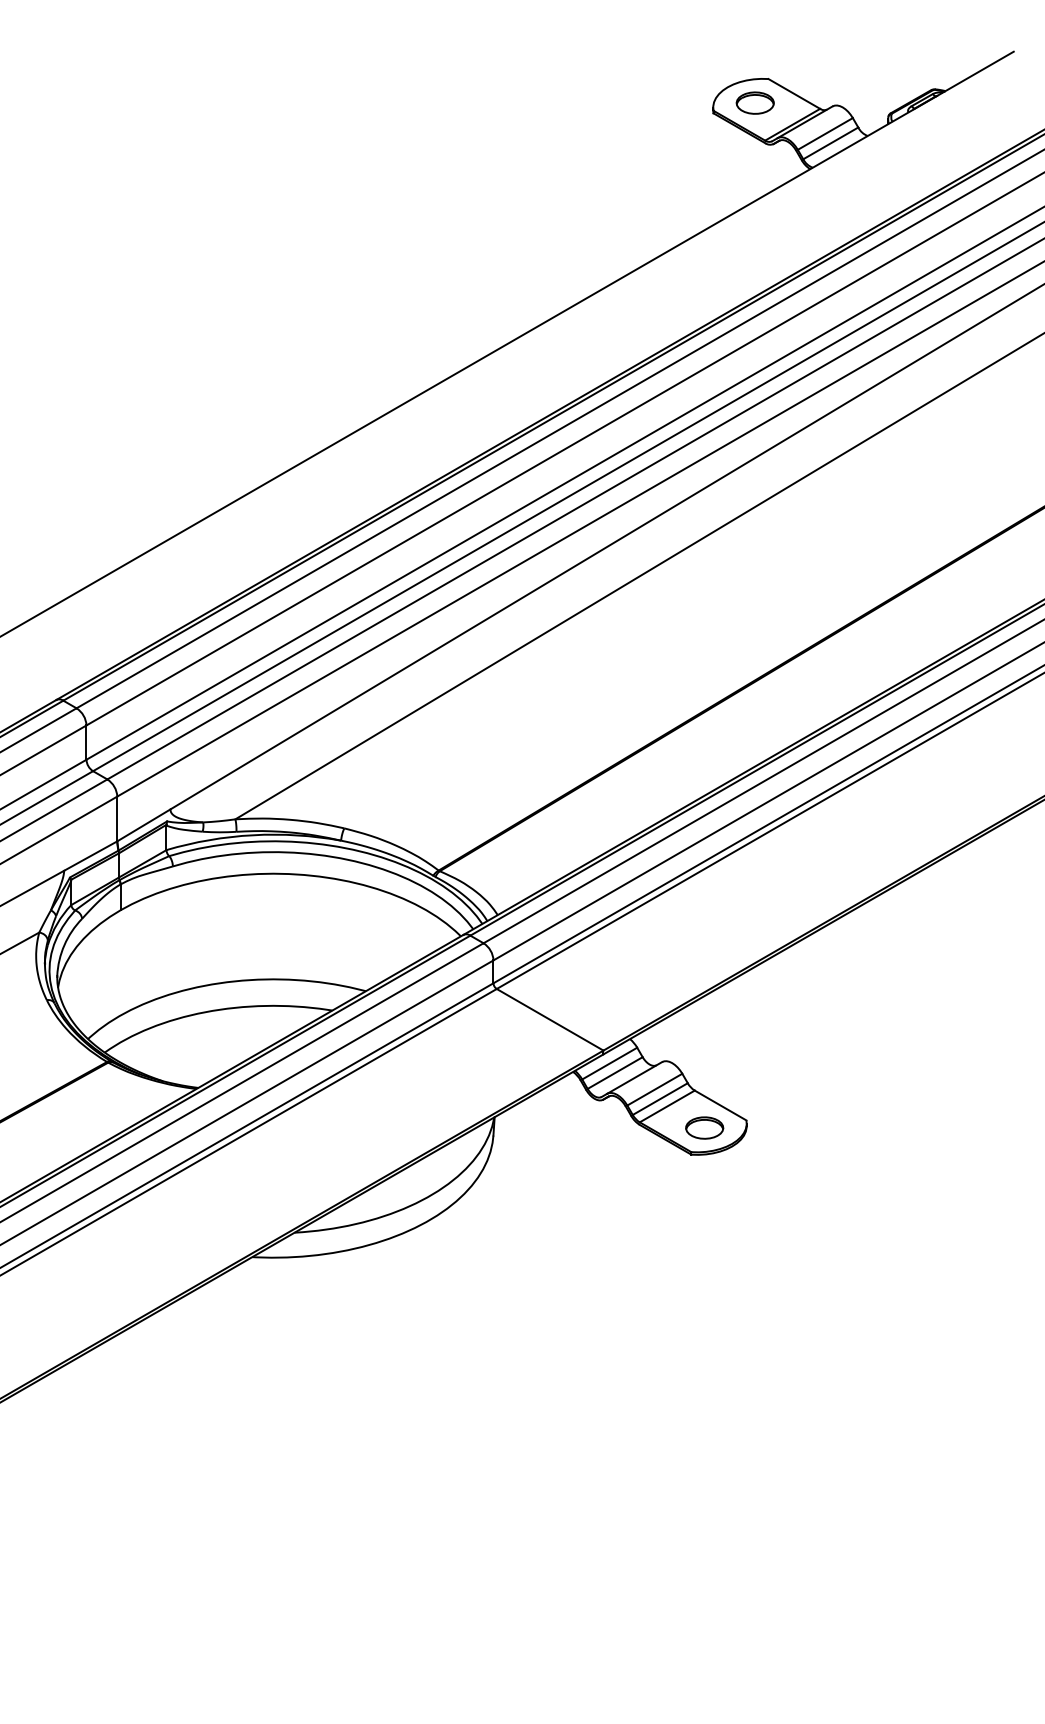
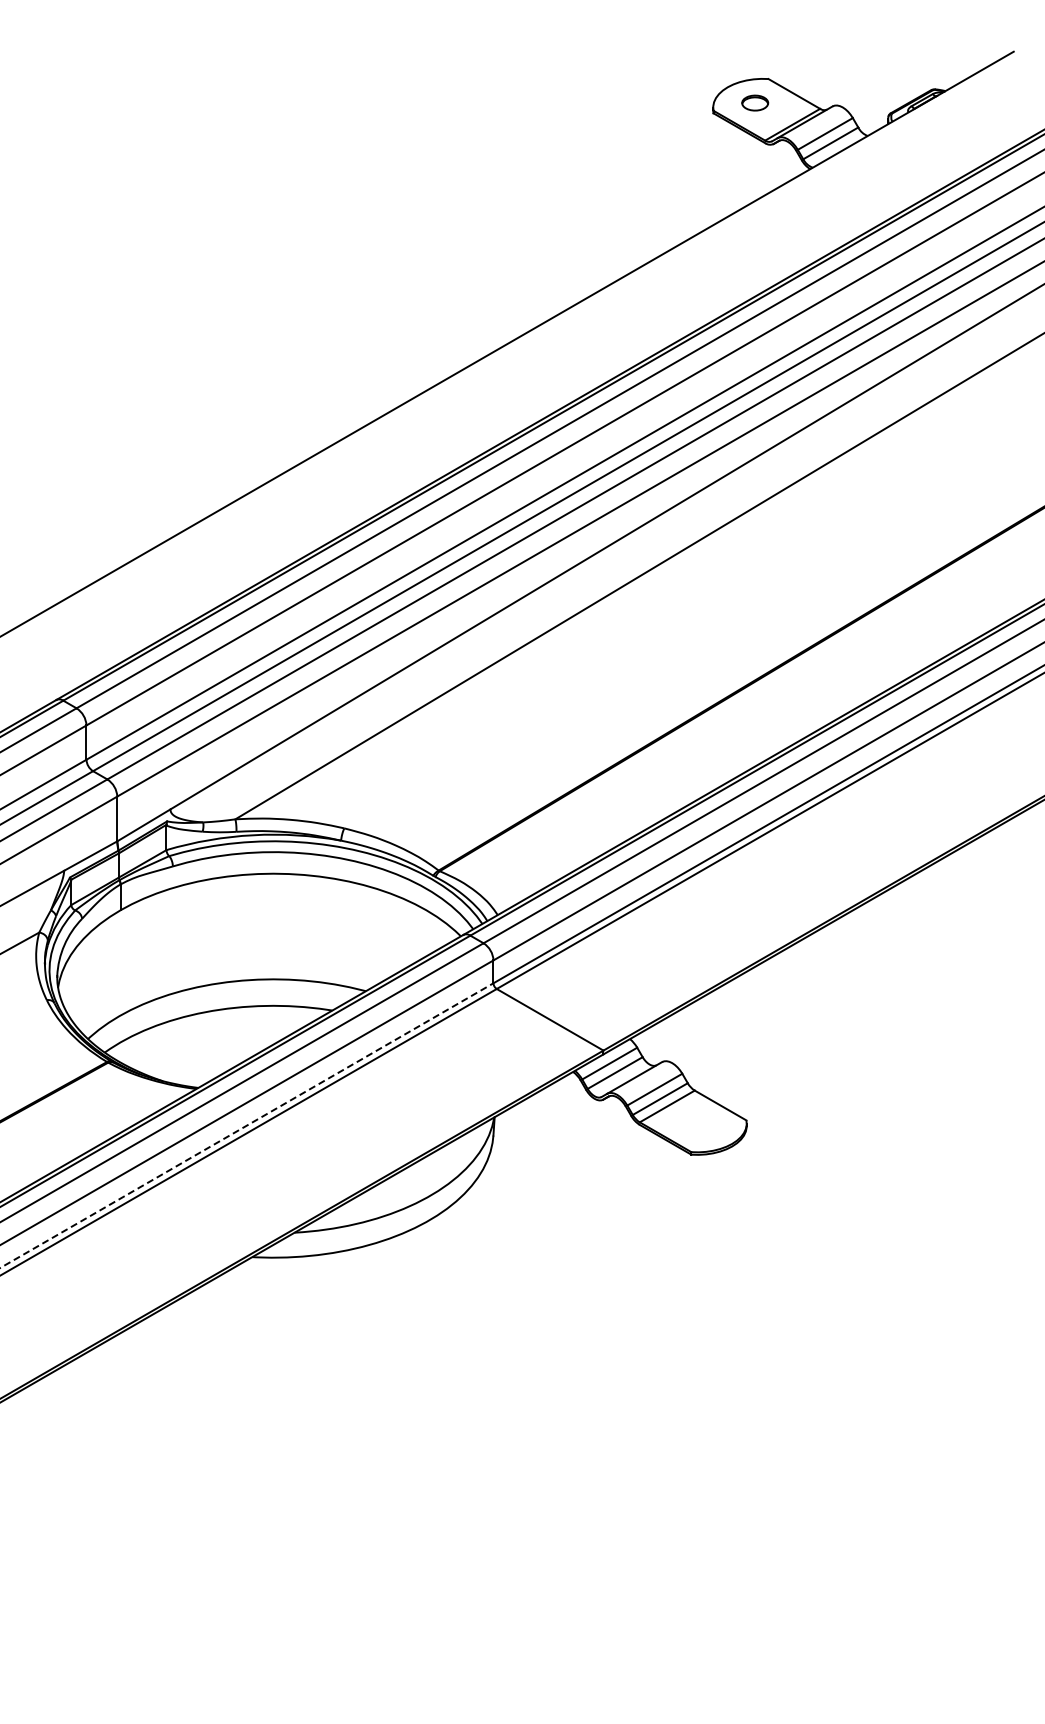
part at (754, 102) size: 40x24 px -> 29x18 px
line at (247, 1125): solid -> dashed
part at (704, 1127): present -> none
